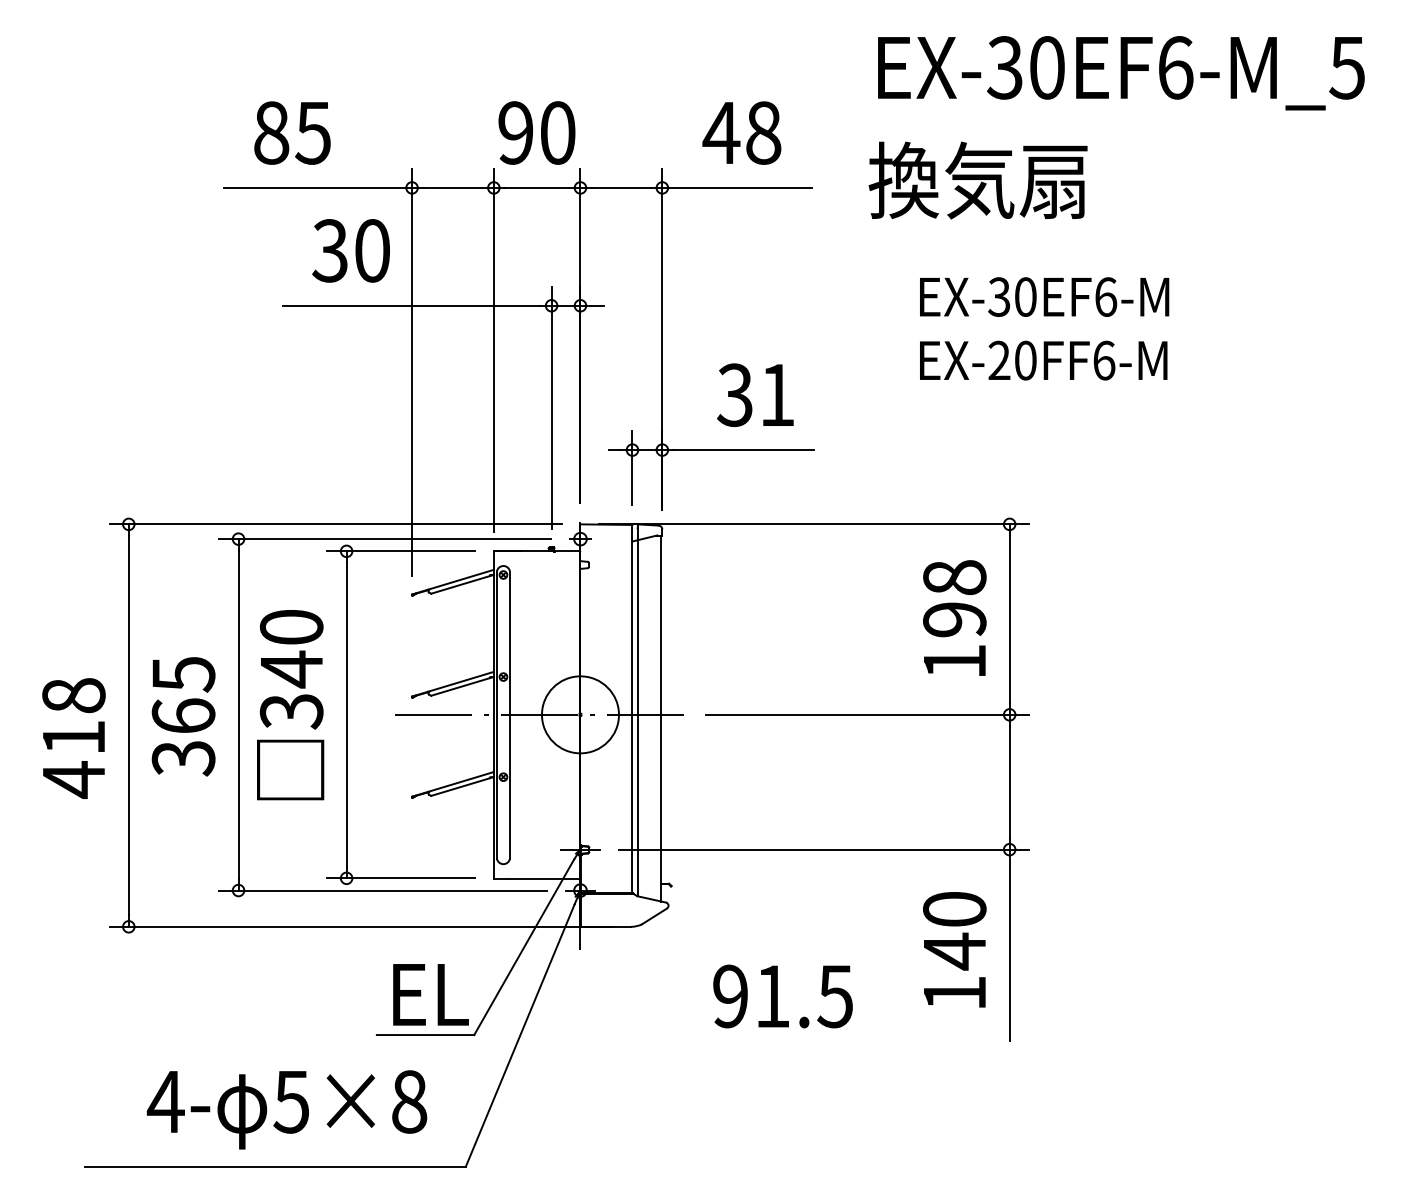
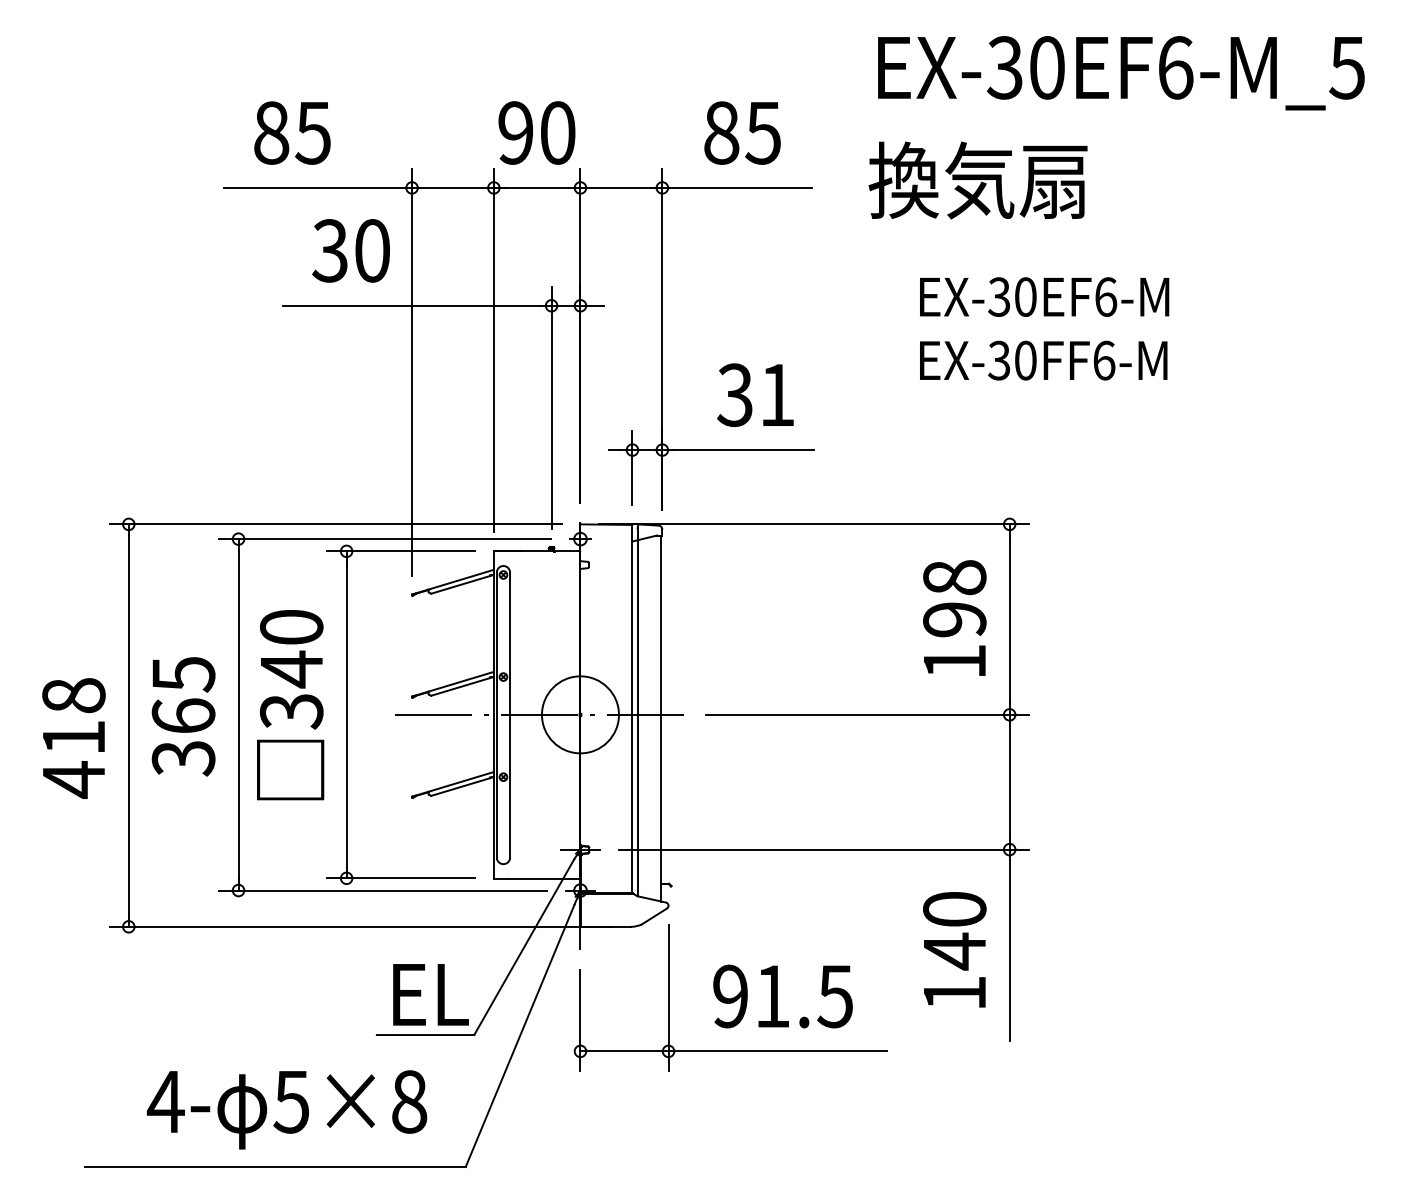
text at (741, 132): 48 -> 85
text at (999, 360): EX-20FF6-M -> EX-30FF6-M
part at (730, 1050): none -> present
